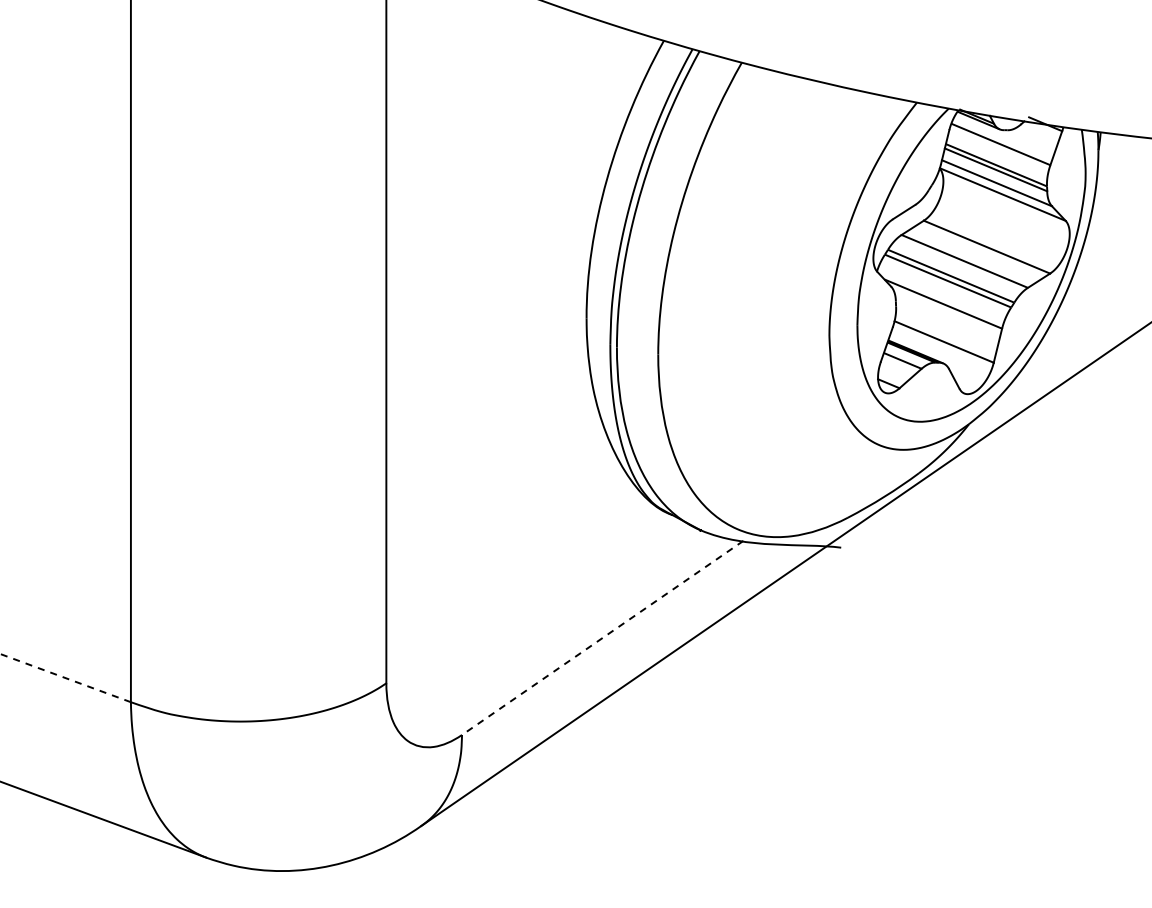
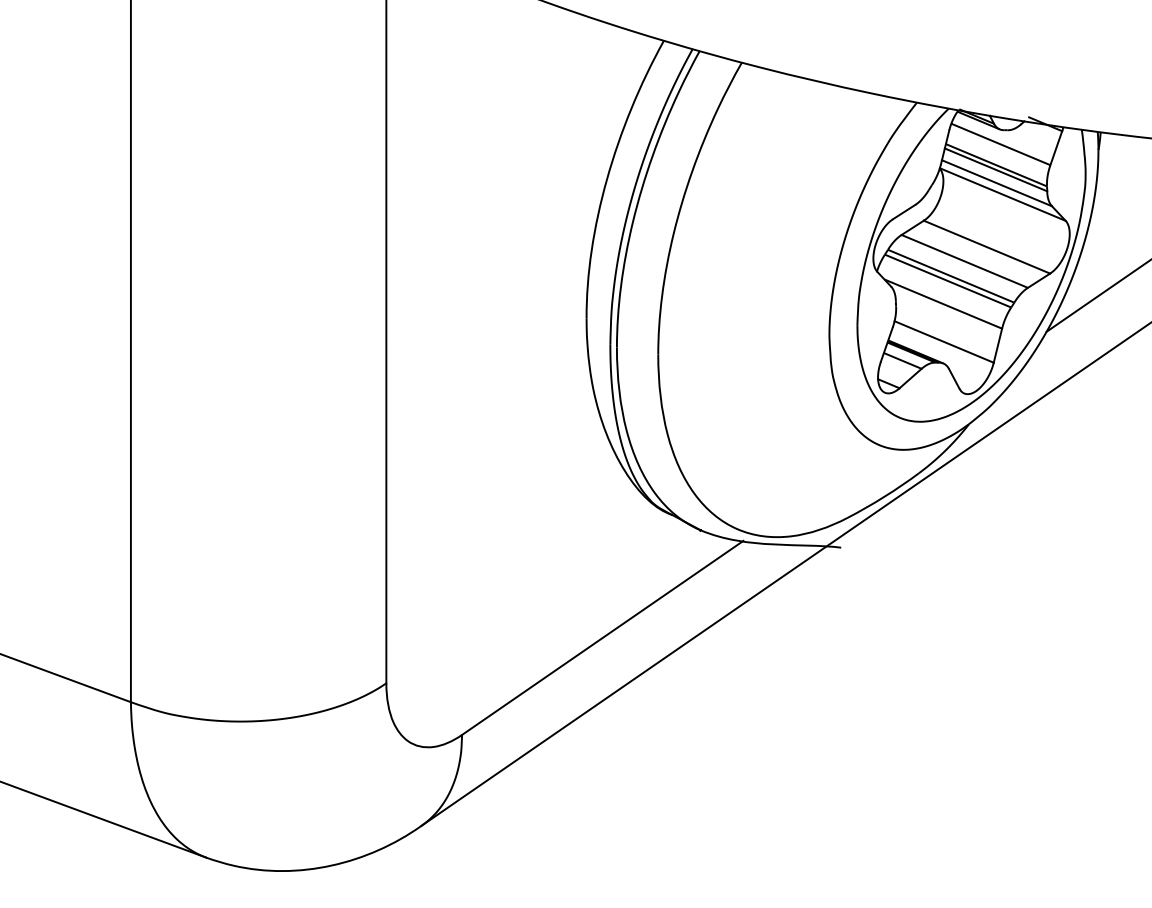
line at (1097, 296): none -> present
line at (602, 637): dashed -> solid
line at (65, 677): dashed -> solid
